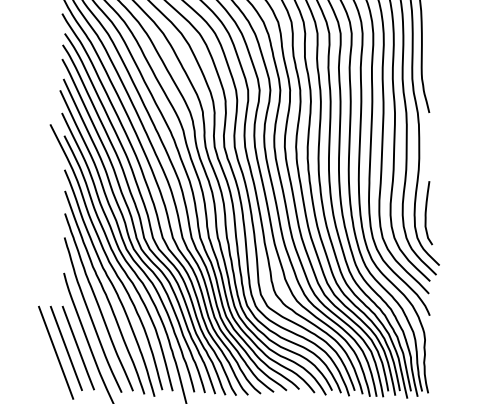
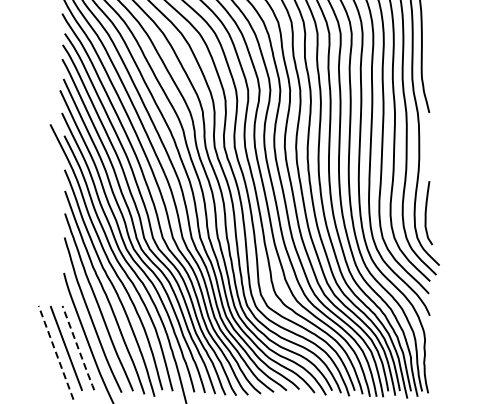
line at (78, 349): solid -> dashed
line at (56, 352): solid -> dashed
